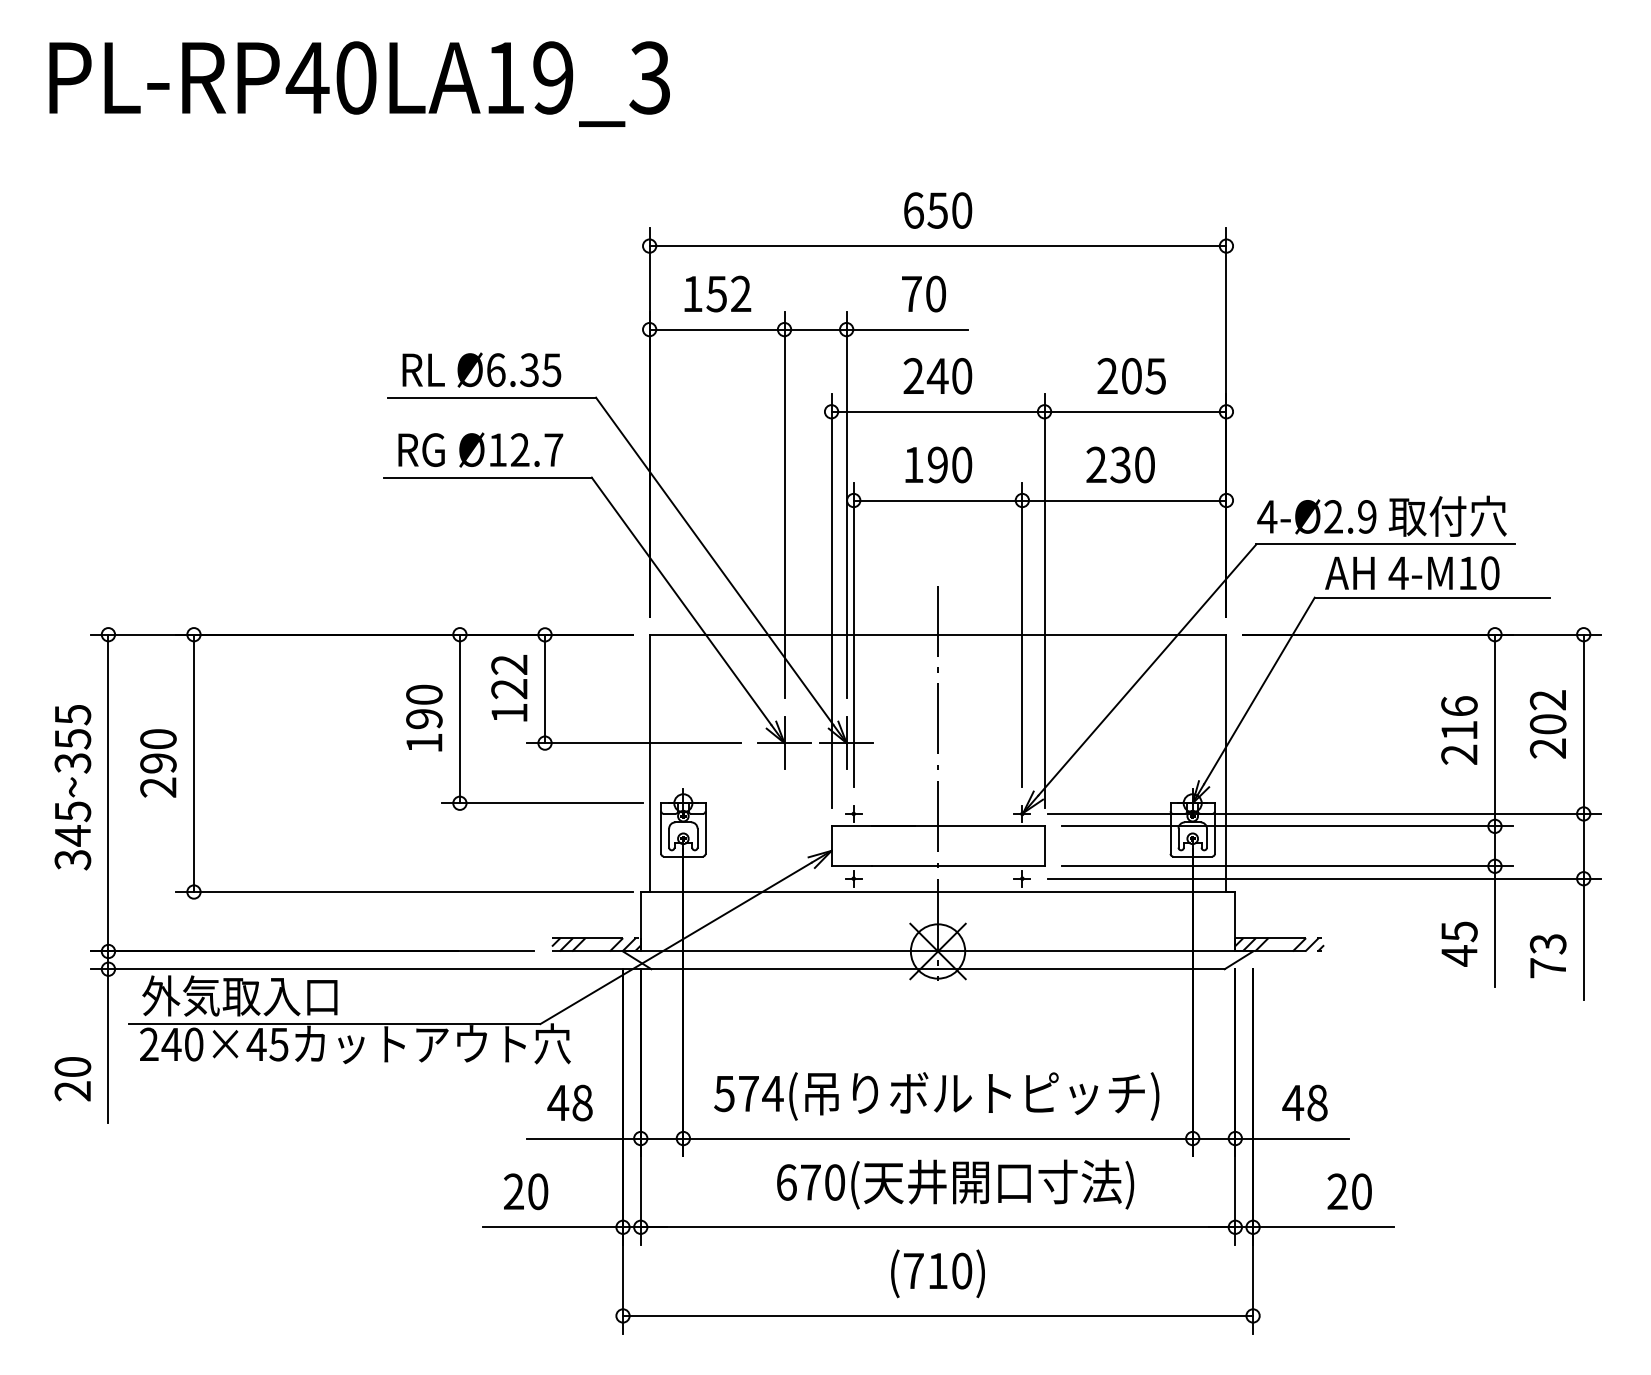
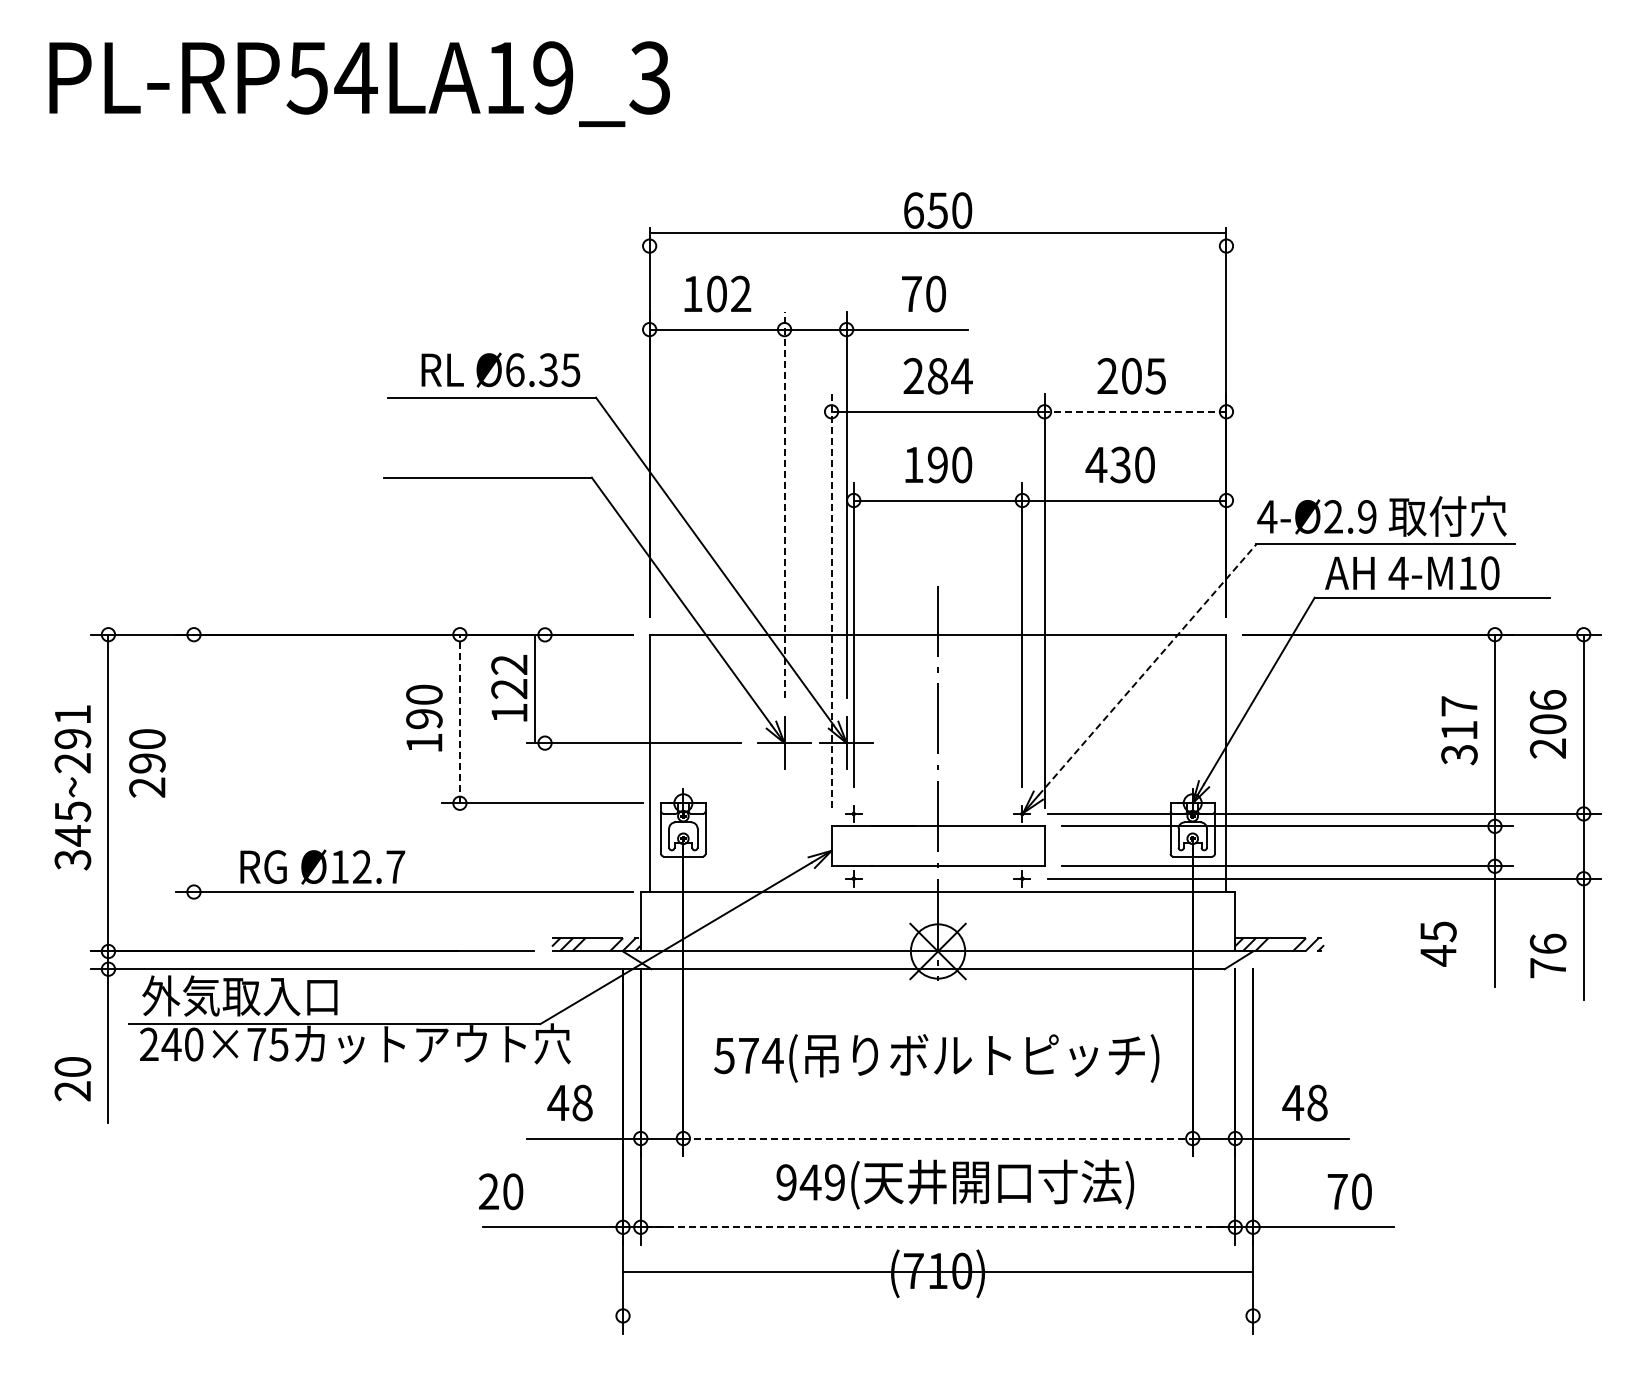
text at (331, 77): PL-RP40LA19_3 -> PL-RP54LA19_3
line at (937, 246) position: (937, 246) -> (937, 233)
text at (716, 293): 152 -> 102
text at (481, 369) position: (481, 369) -> (500, 369)
text at (949, 376): 240 -> 284
line at (1135, 411): solid -> dashed
text at (480, 449) position: (480, 449) -> (322, 866)
text at (1096, 464): 230 -> 430
line at (784, 504): solid -> dashed
line at (831, 600): solid -> dashed
line at (1147, 669): solid -> dashed
line at (545, 688) position: (545, 688) -> (535, 688)
text at (1547, 700): 202 -> 206
line at (459, 718): solid -> dashed
text at (1459, 730): 216 -> 317
text at (72, 739): 345~355 -> 345~291
text at (158, 763) position: (158, 763) -> (147, 763)
line at (193, 763): present -> none
text at (1459, 943) position: (1459, 943) -> (1438, 943)
text at (1547, 943): 73 -> 76
text at (256, 1044): 240×45 -> 240×75
text at (936, 1096) position: (936, 1096) -> (936, 1058)
line at (938, 1138): solid -> dashed
text at (810, 1182): 670( -> 949(
text at (526, 1191) position: (526, 1191) -> (501, 1191)
text at (1337, 1191): 20 -> 70
line at (937, 1227): solid -> dashed
line at (938, 1315) position: (938, 1315) -> (938, 1271)
